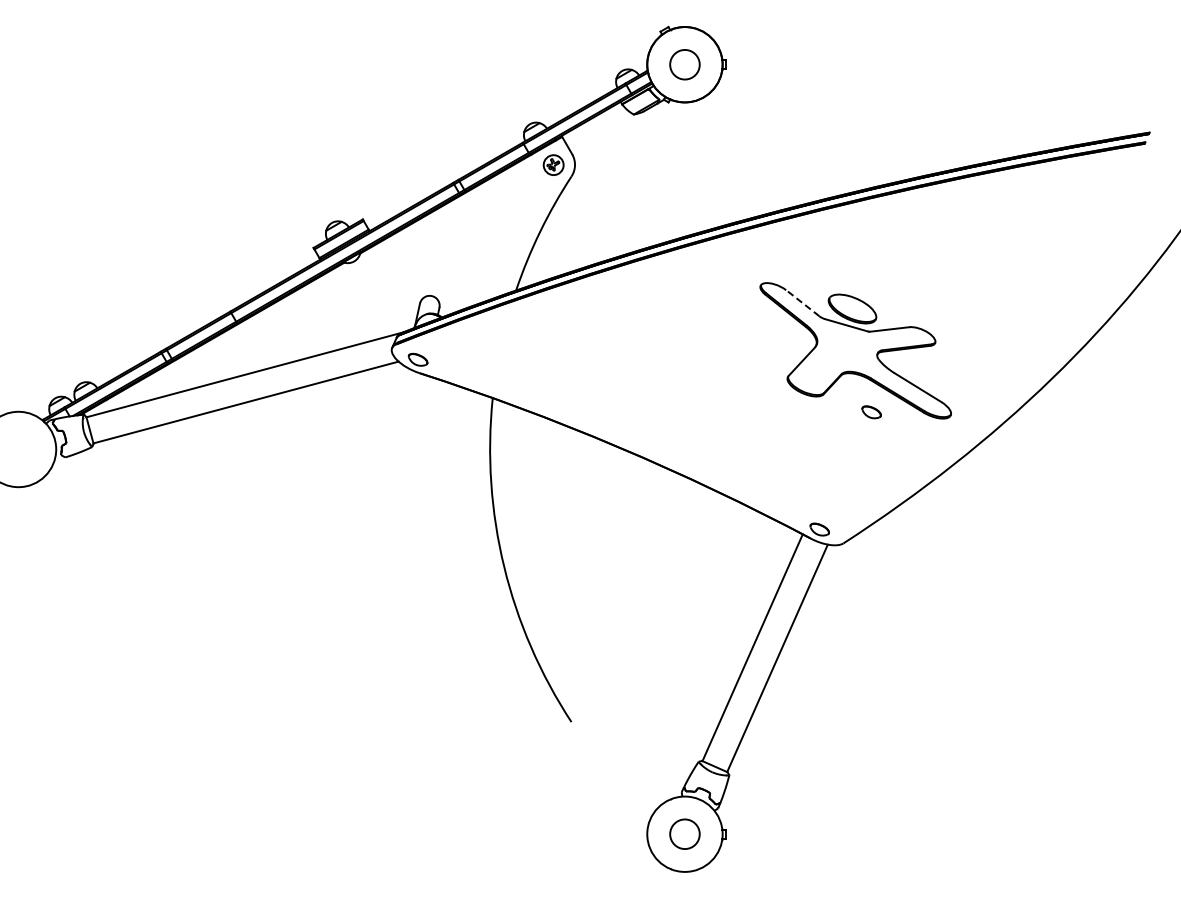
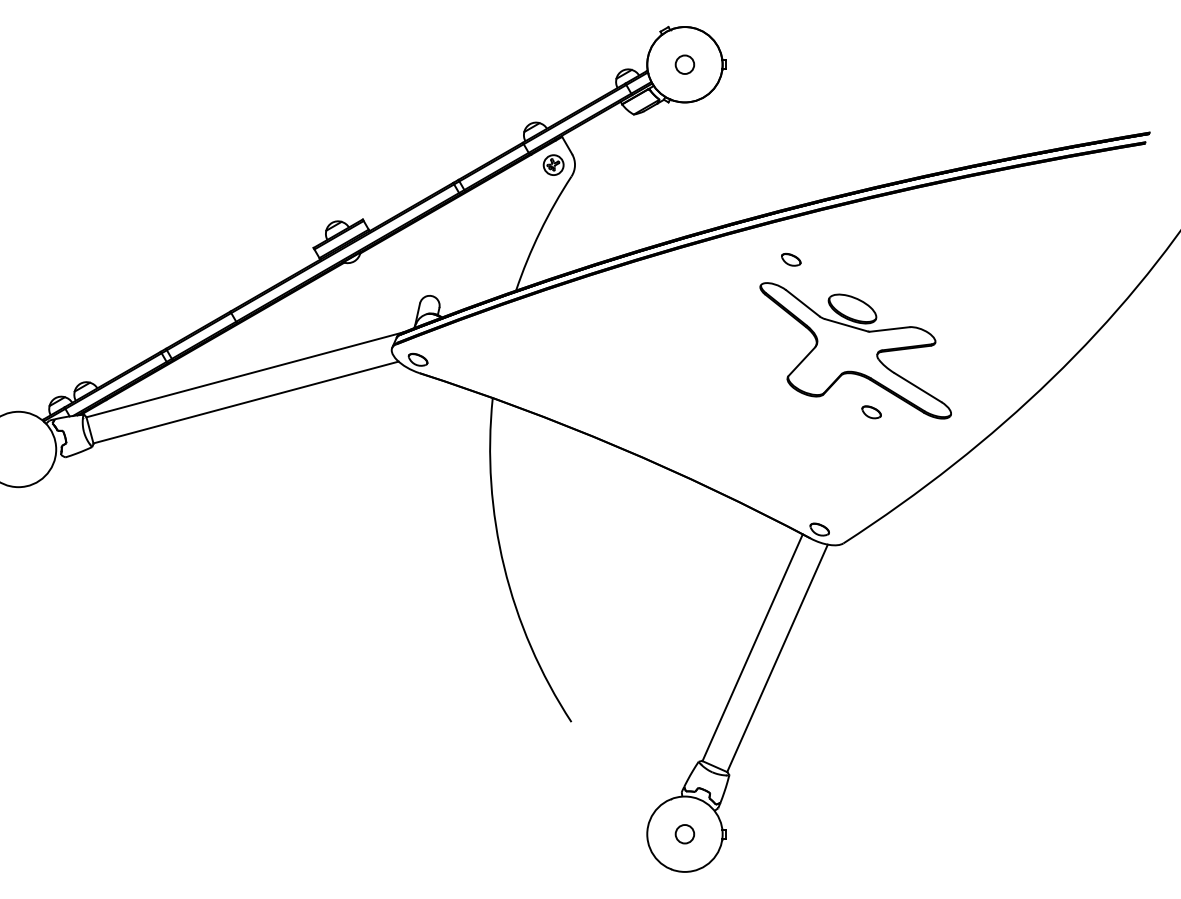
circle at (684, 64) diameter: 30 px -> 18 px
part at (791, 259): none -> present
line at (802, 302): dashed -> solid
circle at (684, 834) diameter: 30 px -> 18 px
